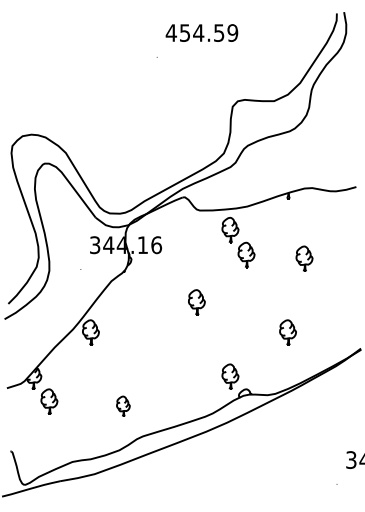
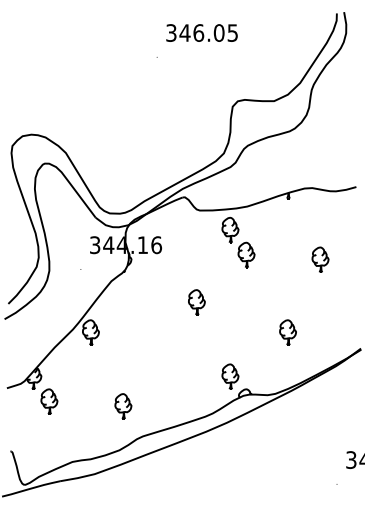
text at (201, 32): 454.59 -> 346.05
part at (304, 258) position: (304, 258) -> (320, 259)
part at (123, 405) size: 15x22 px -> 19x27 px
